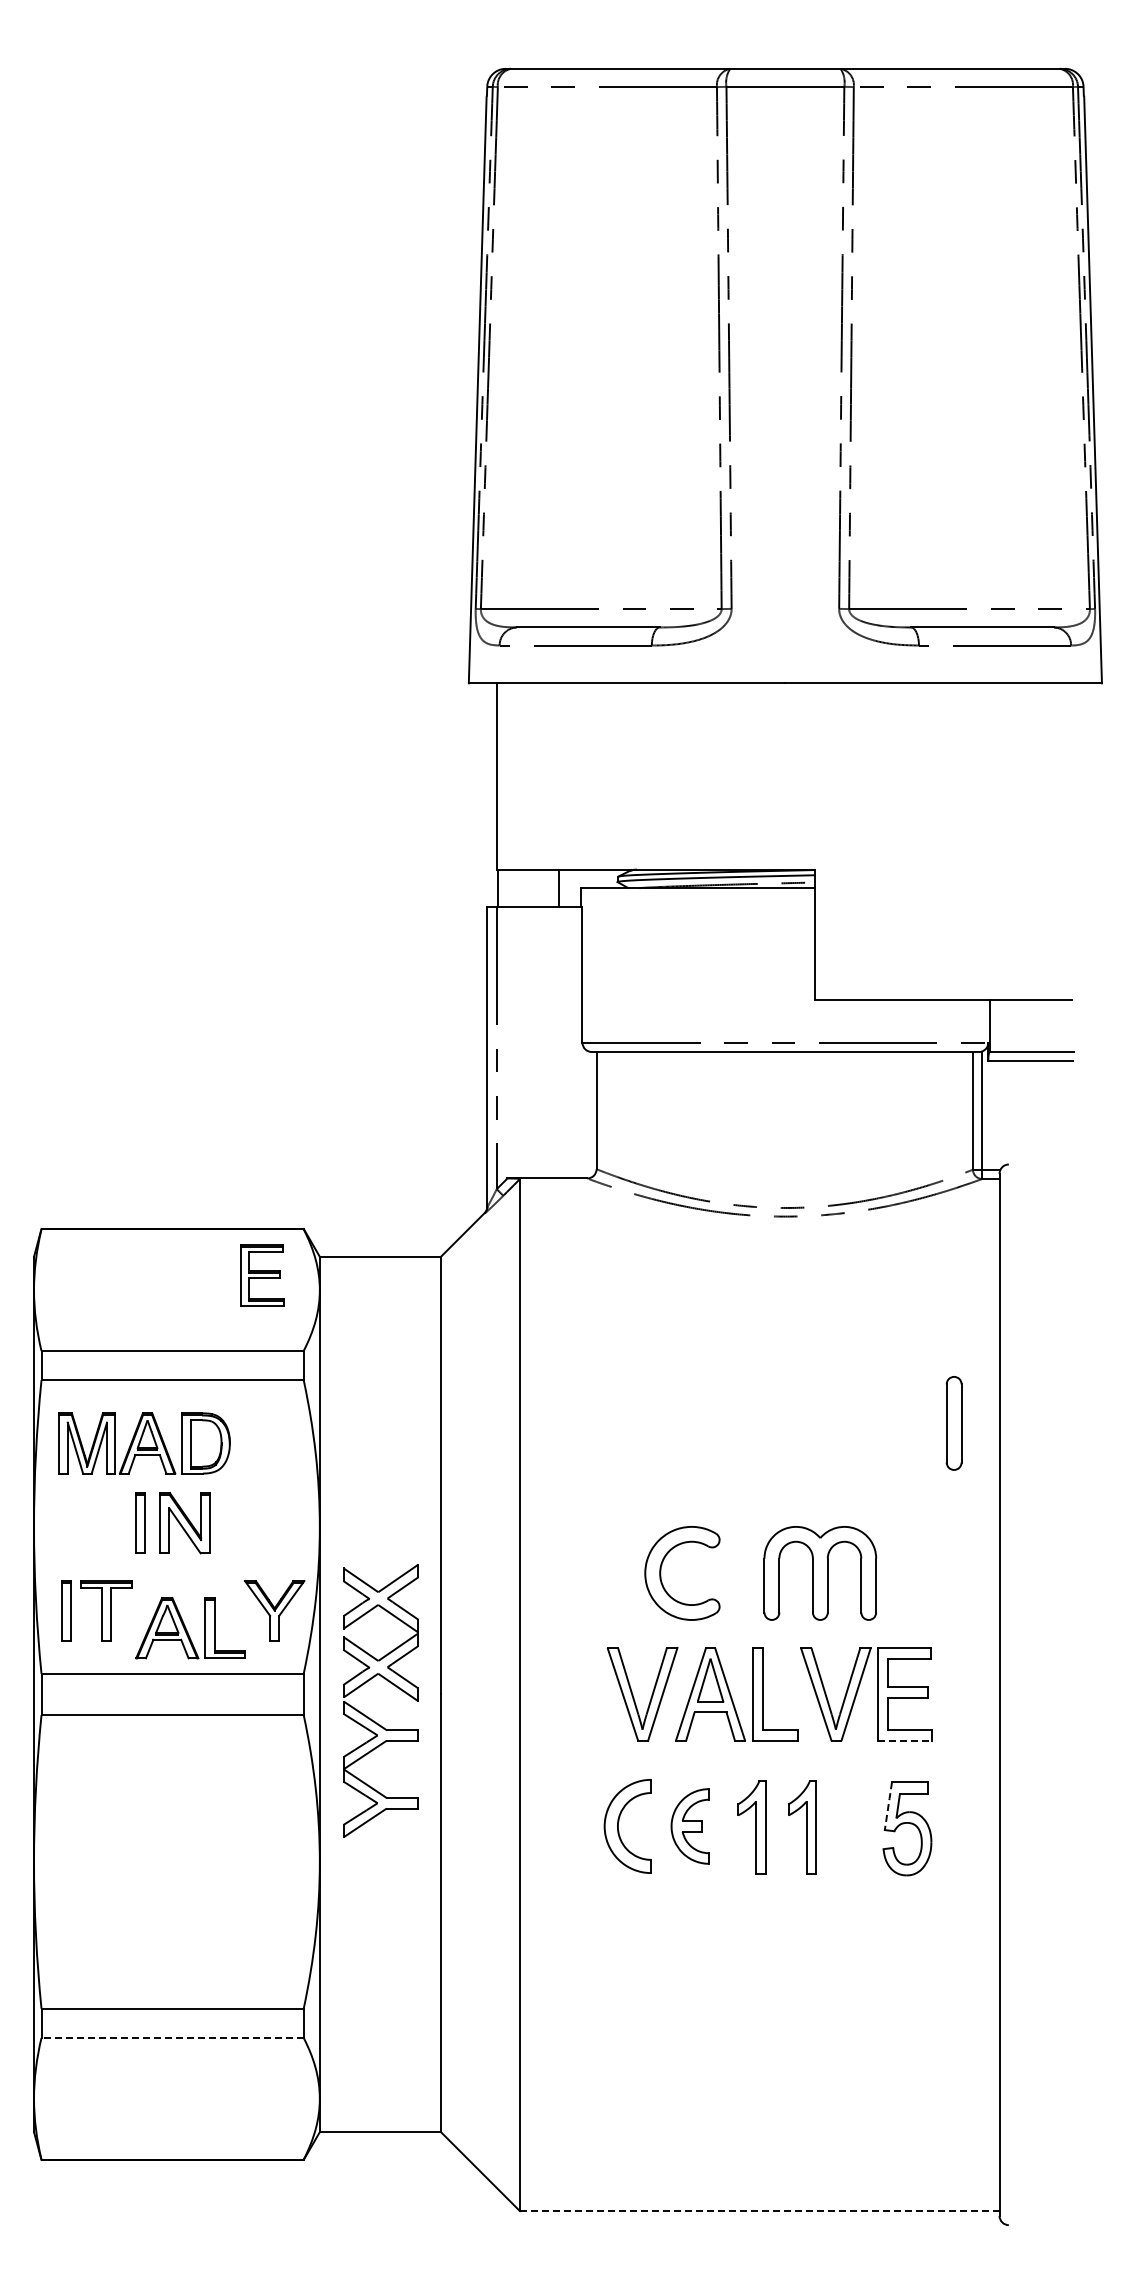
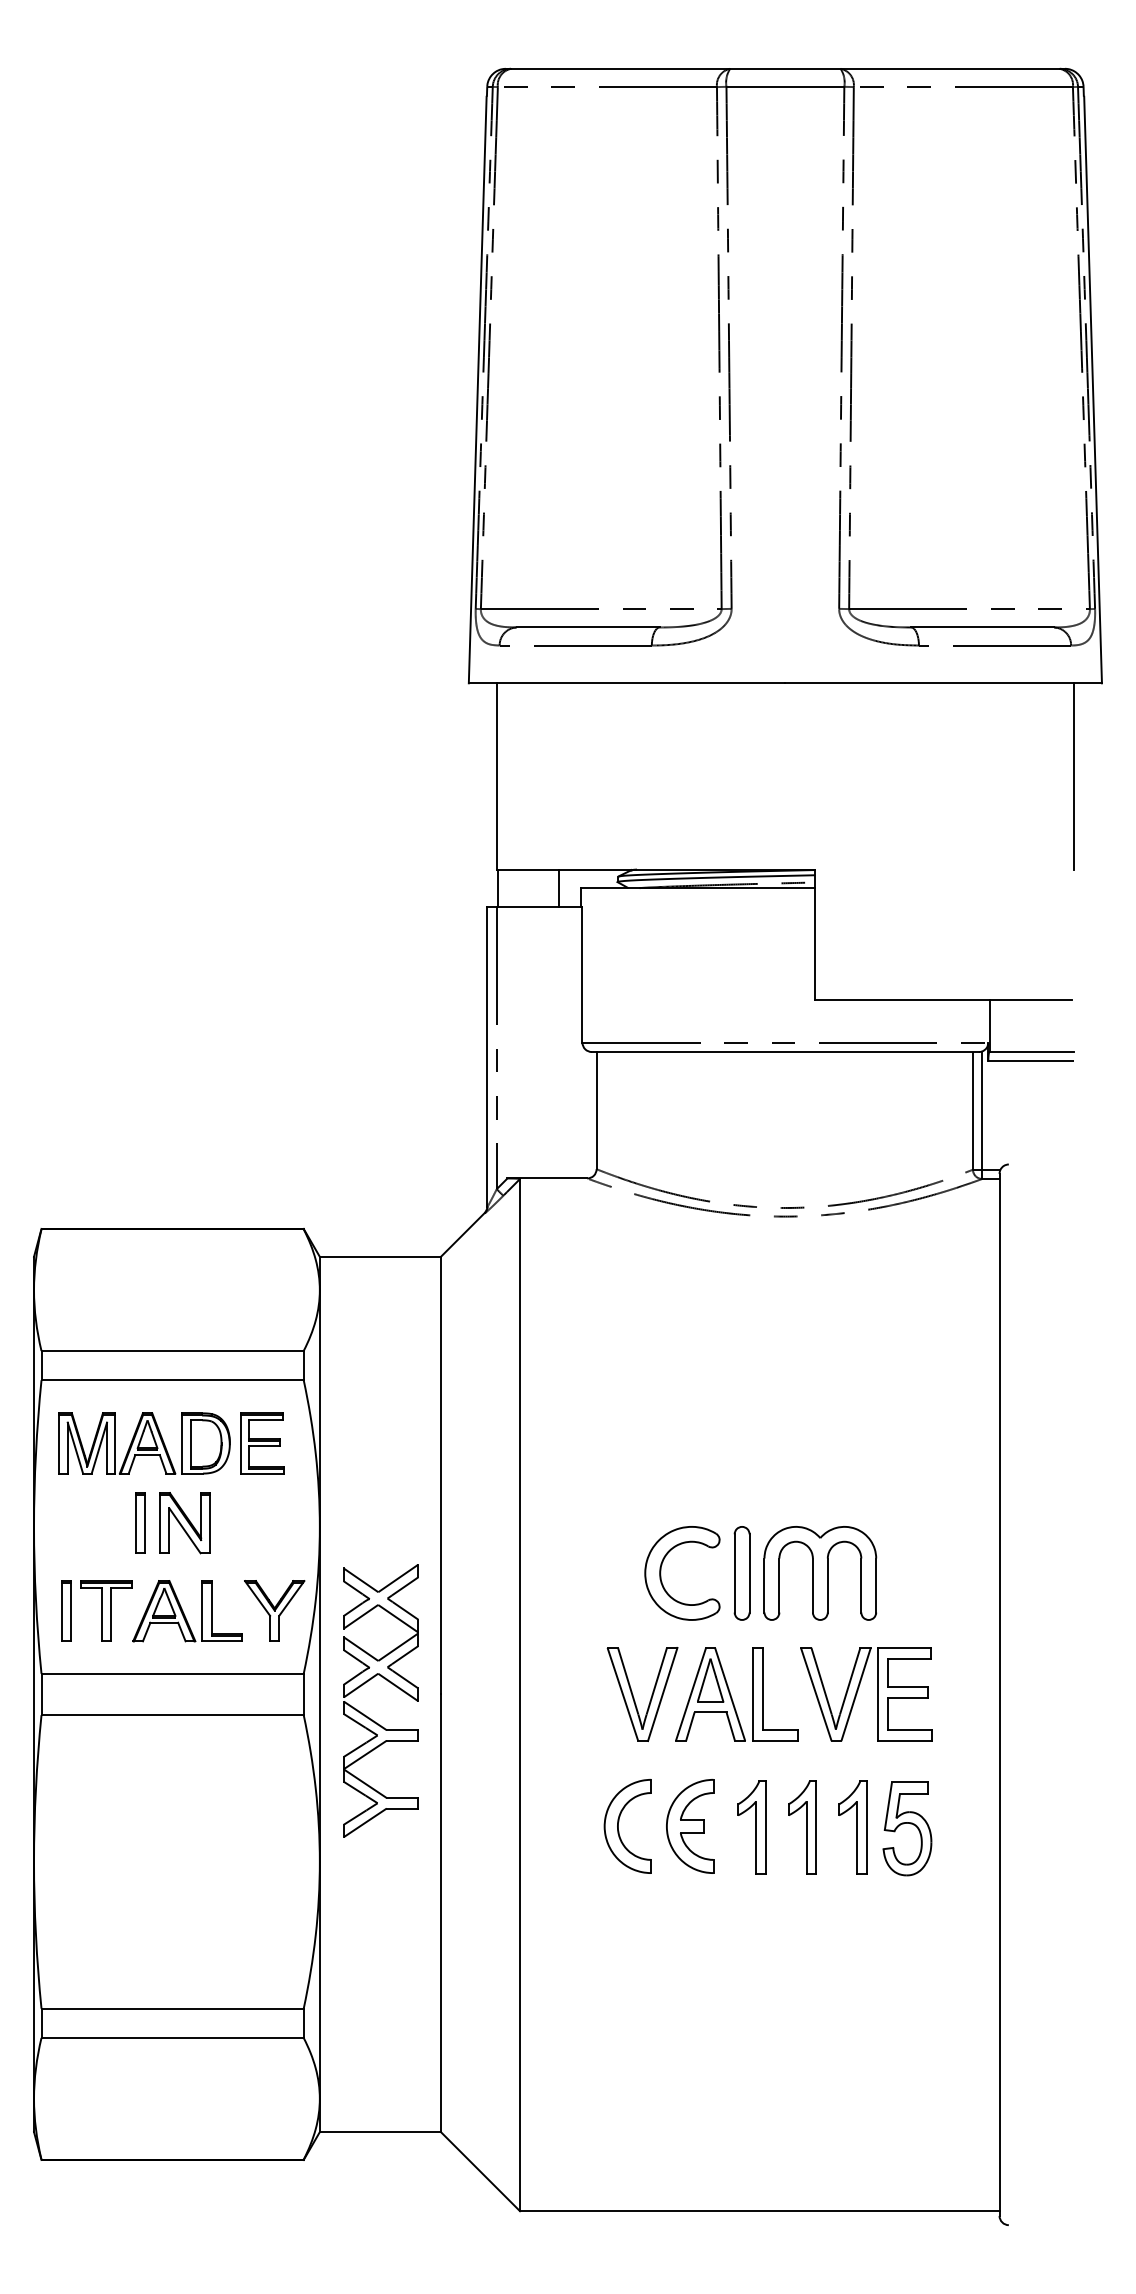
line at (1074, 776): none -> present
part at (262, 1275) position: (262, 1275) -> (262, 1443)
part at (953, 1423) position: (953, 1423) -> (741, 1573)
part at (190, 1628) position: (190, 1628) -> (187, 1611)
line at (905, 1741): dashed -> solid
line at (888, 1805): dashed -> solid
part at (689, 1826) size: 40x77 px -> 49x95 px
part at (852, 1827): none -> present
line at (172, 2037): dashed -> solid
line at (759, 2211): dashed -> solid
